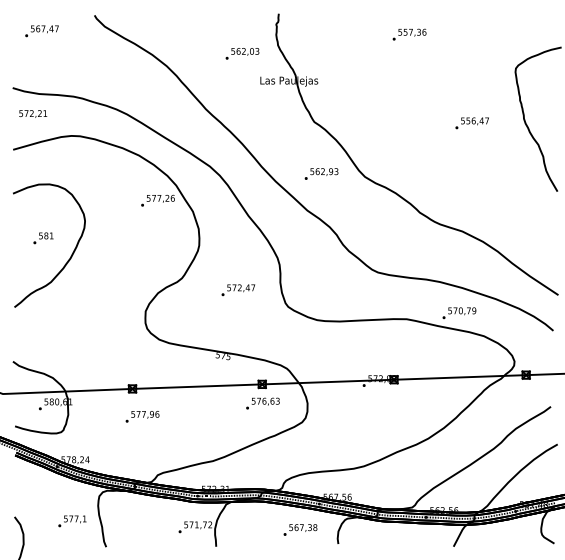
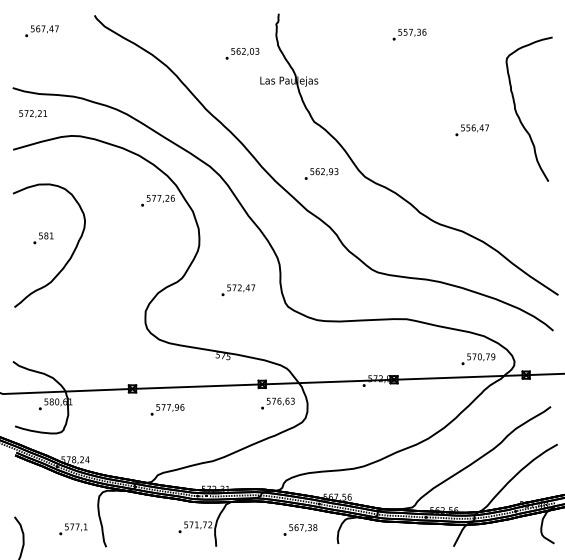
text at (471, 123) position: (471, 123) -> (471, 130)
curve at (527, 124) position: (527, 124) -> (518, 114)
text at (459, 313) position: (459, 313) -> (478, 359)
text at (262, 403) position: (262, 403) -> (277, 403)
text at (142, 416) position: (142, 416) -> (167, 409)
text at (72, 521) position: (72, 521) -> (73, 529)
